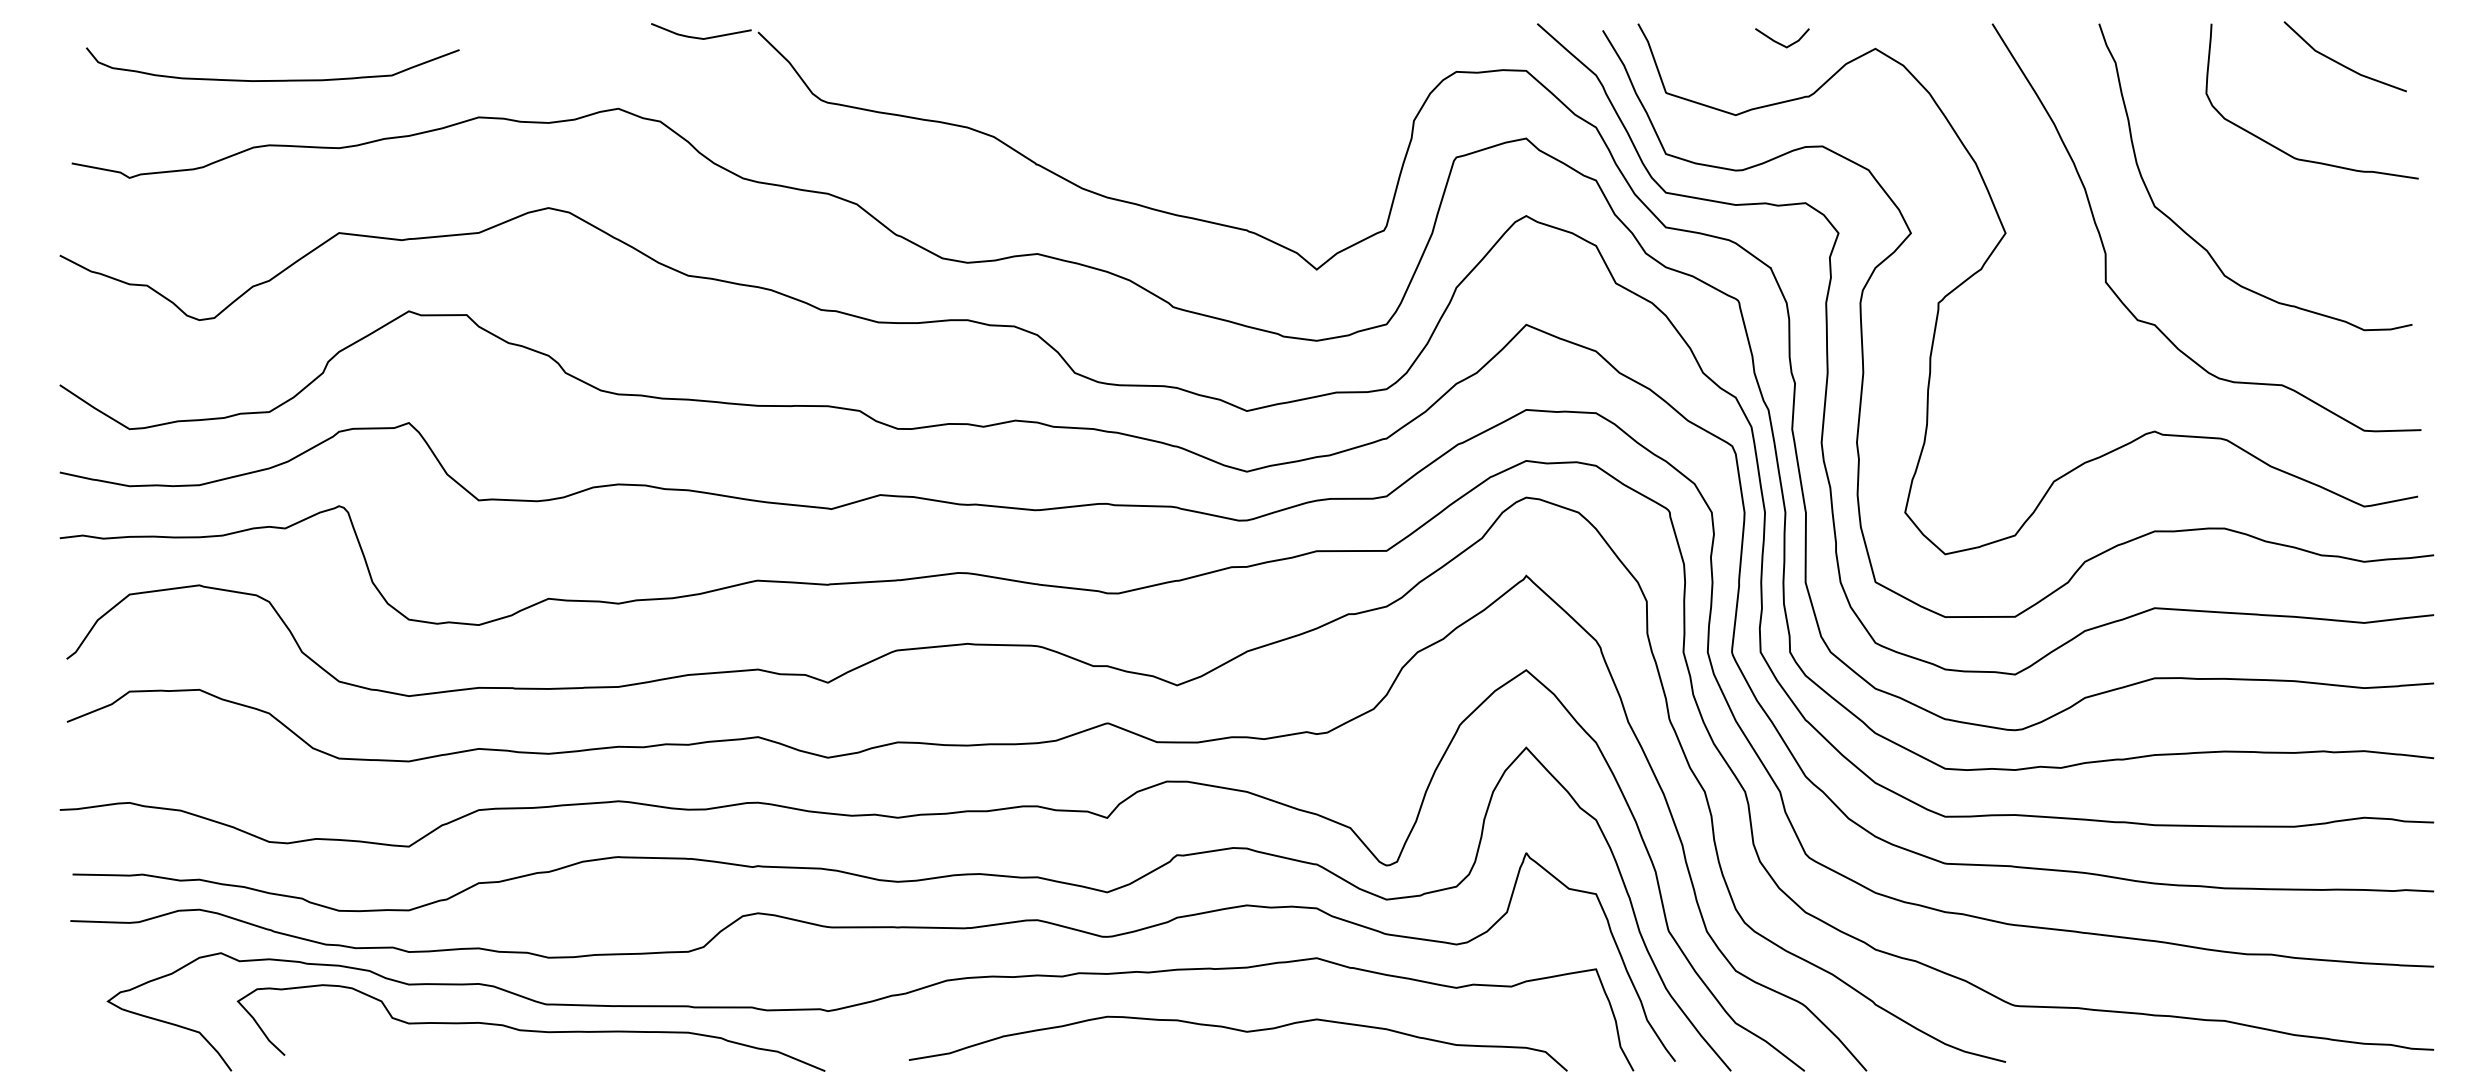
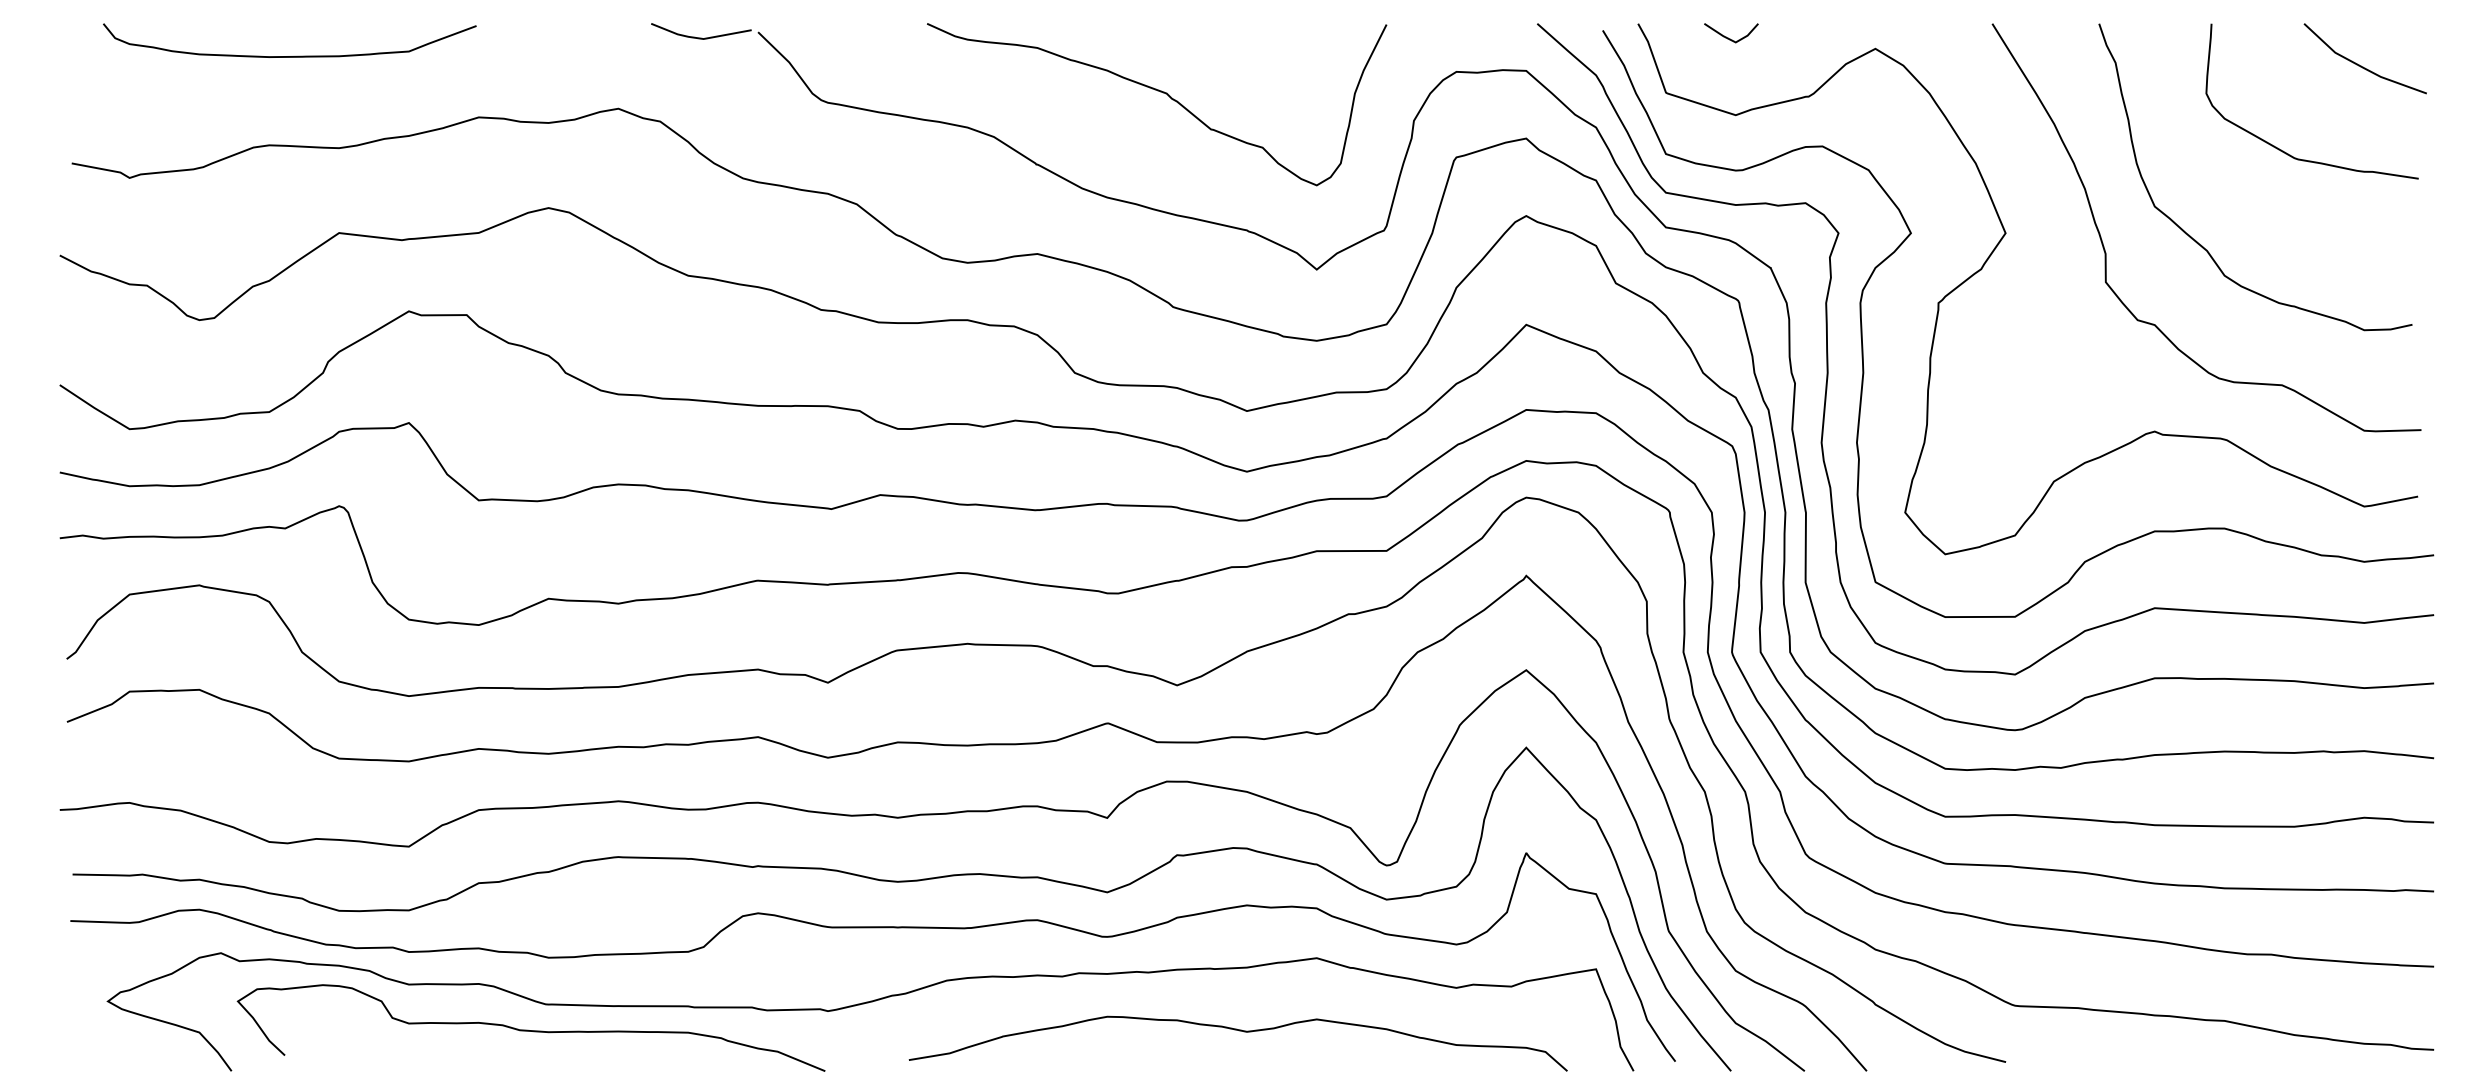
line at (1779, 42) position: (1779, 42) -> (1728, 37)
line at (2341, 63) position: (2341, 63) -> (2361, 65)
curve at (272, 80) position: (272, 80) -> (289, 56)
curve at (1160, 92): none -> present
